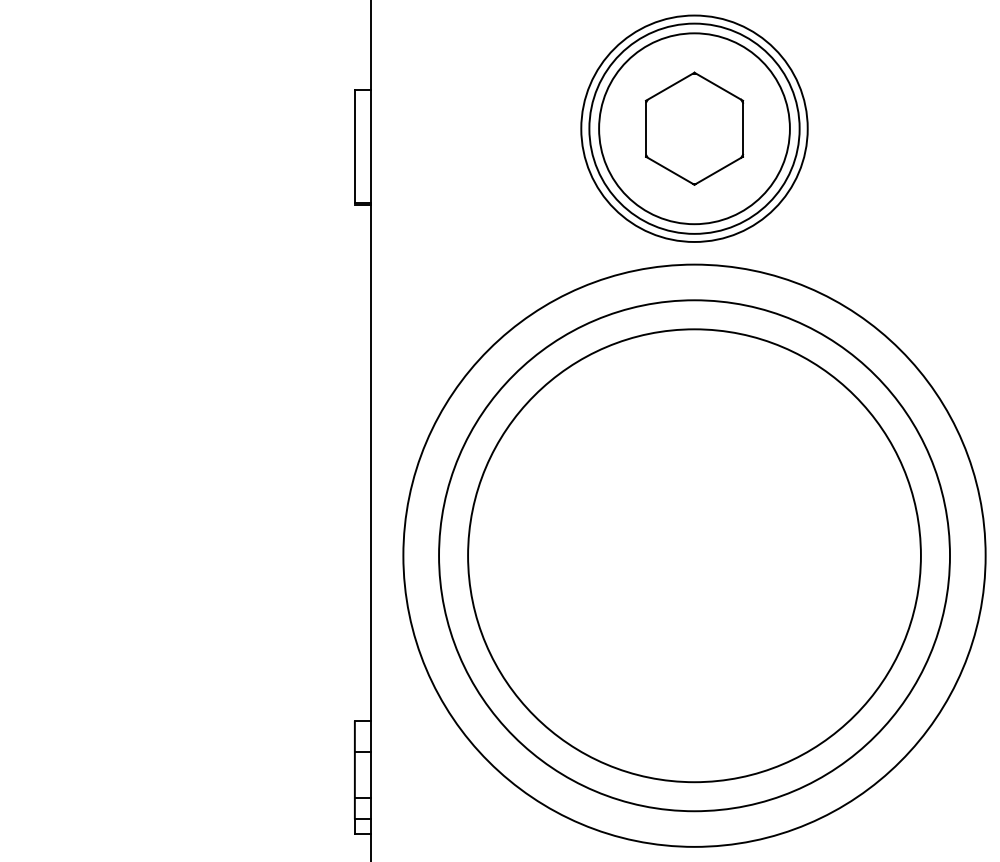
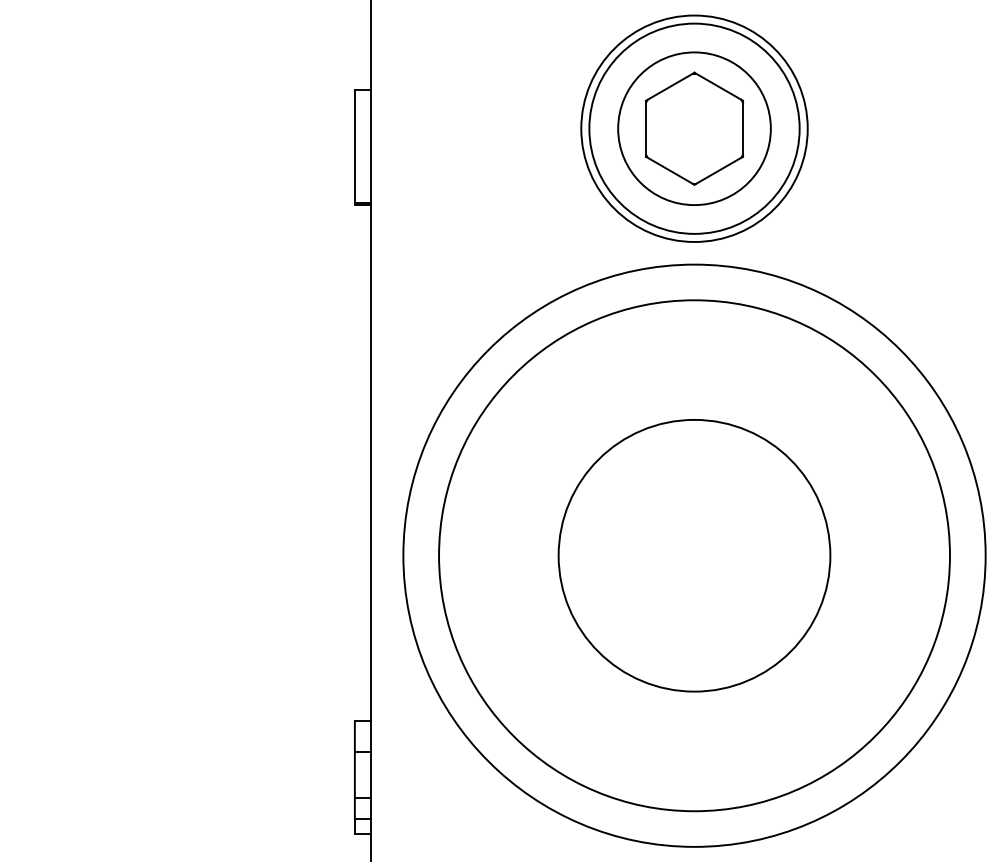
circle at (694, 128) diameter: 191 px -> 153 px
circle at (694, 555) diameter: 453 px -> 272 px
